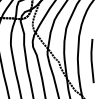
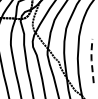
line at (91, 60): solid -> dashed
